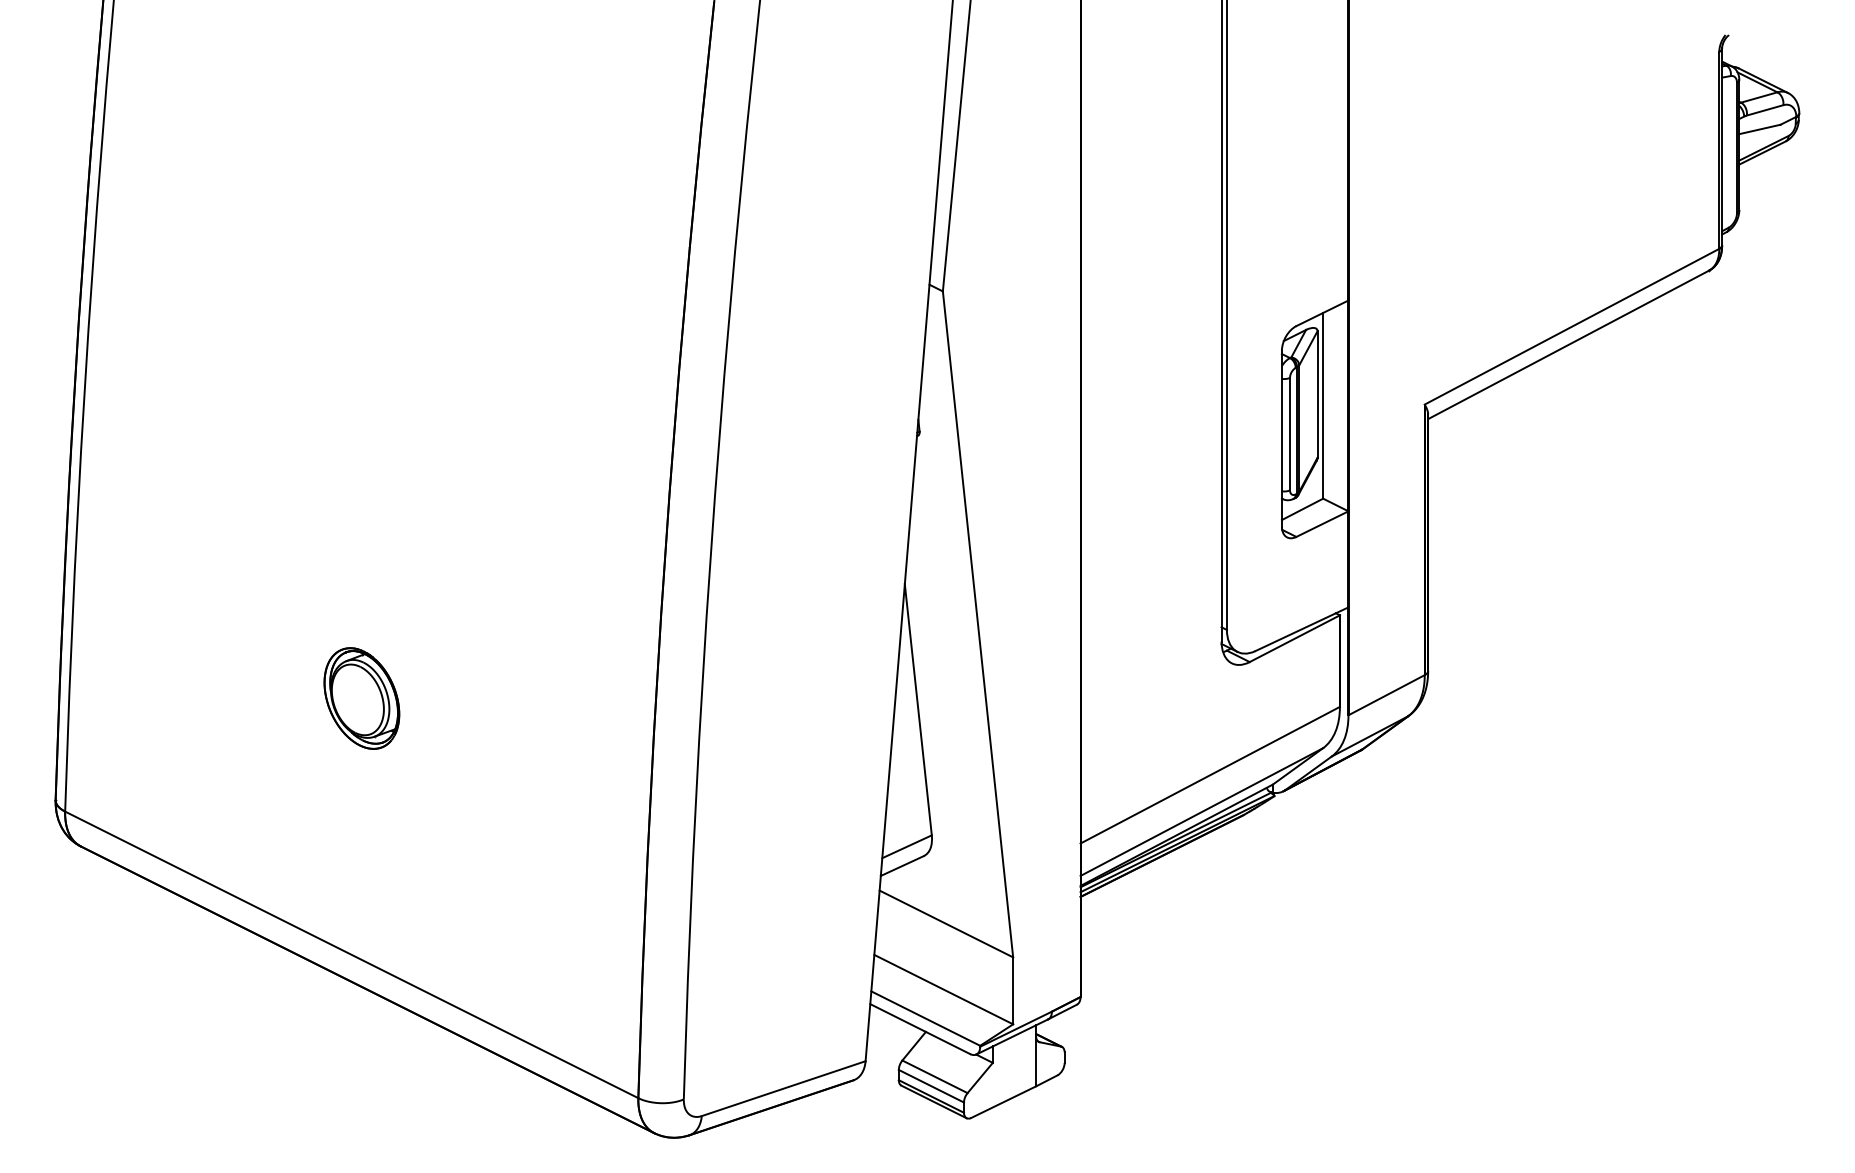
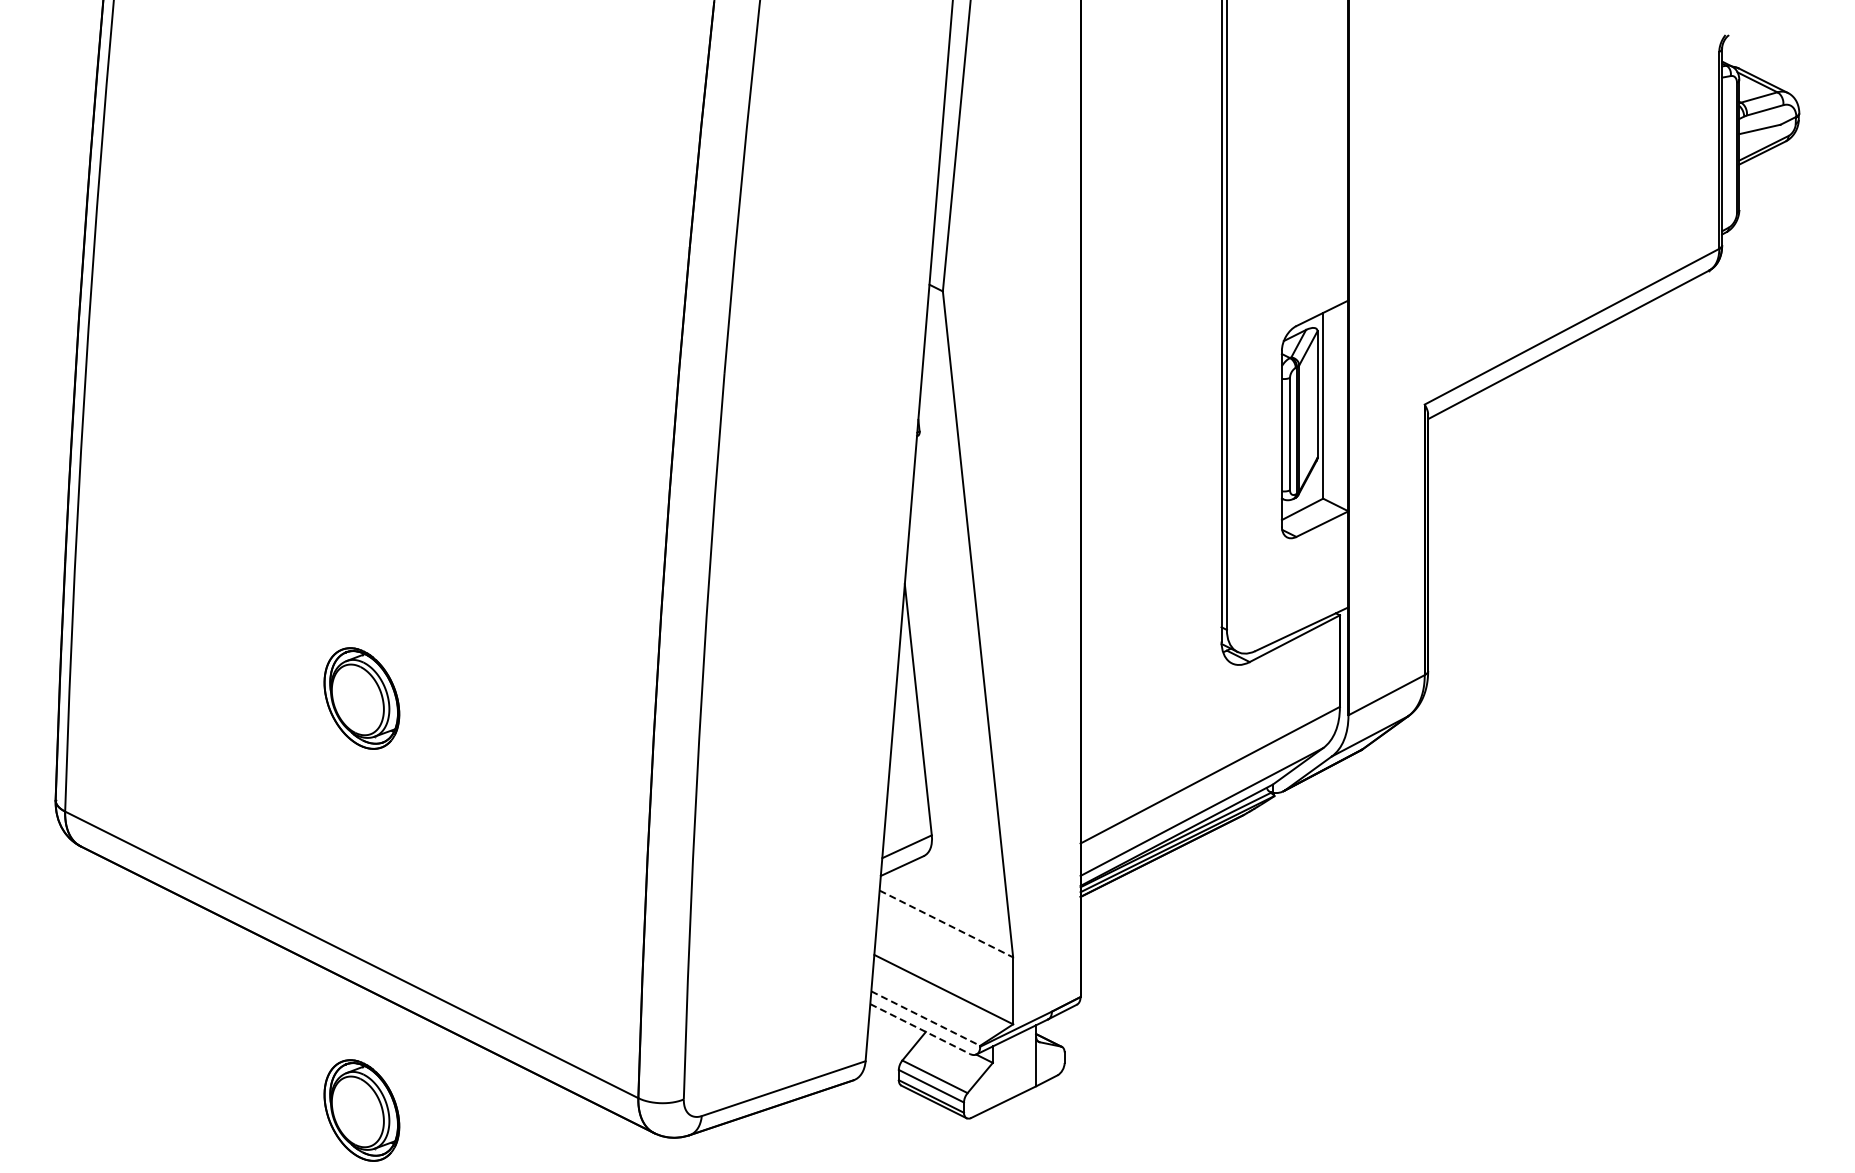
line at (946, 924): solid -> dashed
line at (925, 1018): solid -> dashed
line at (920, 1029): solid -> dashed
part at (361, 1110): none -> present
